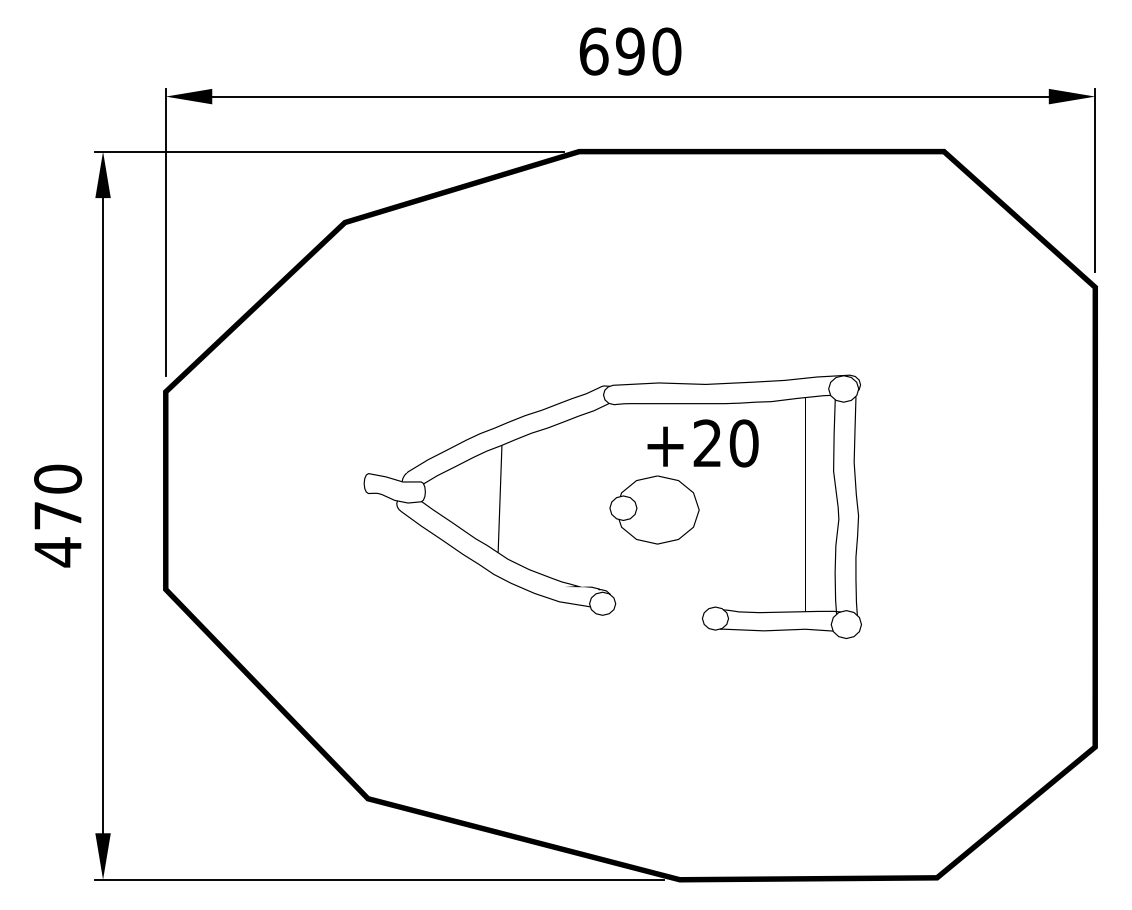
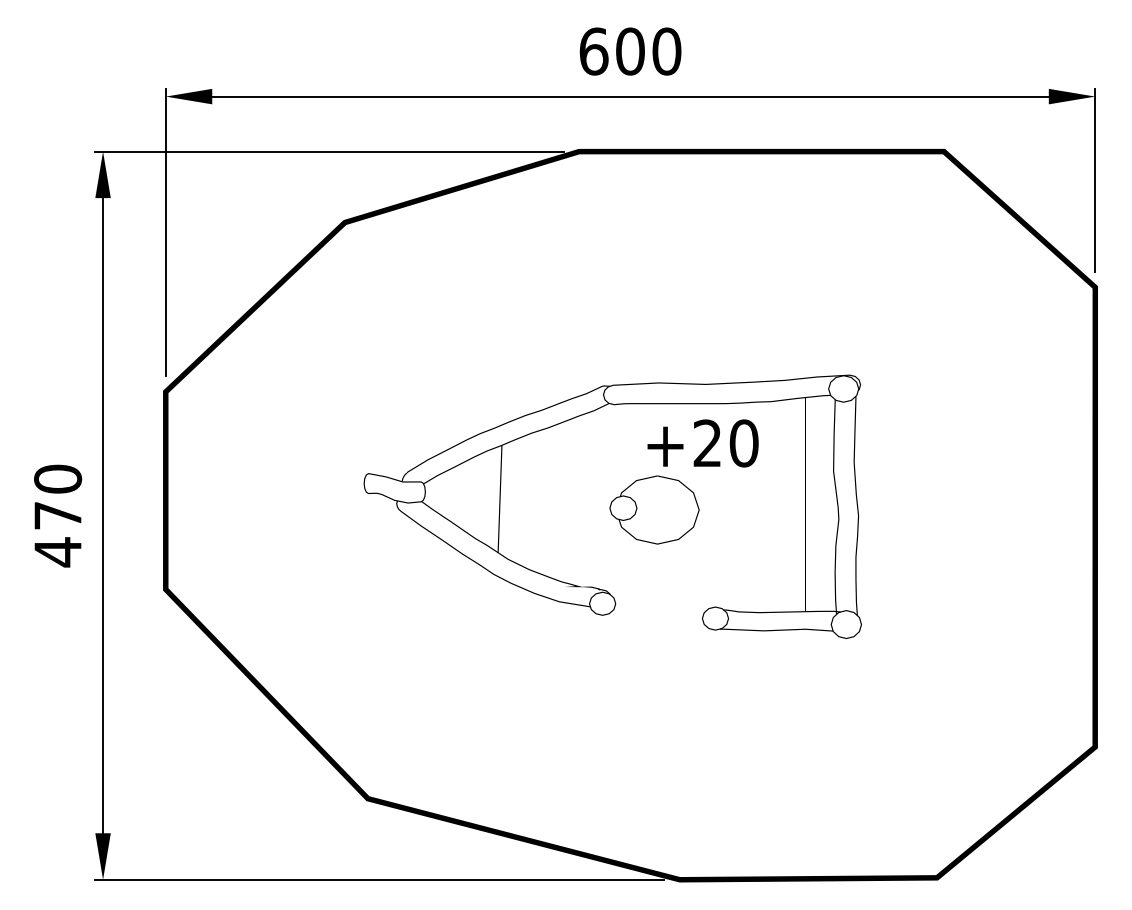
text at (630, 51): 690 -> 600
